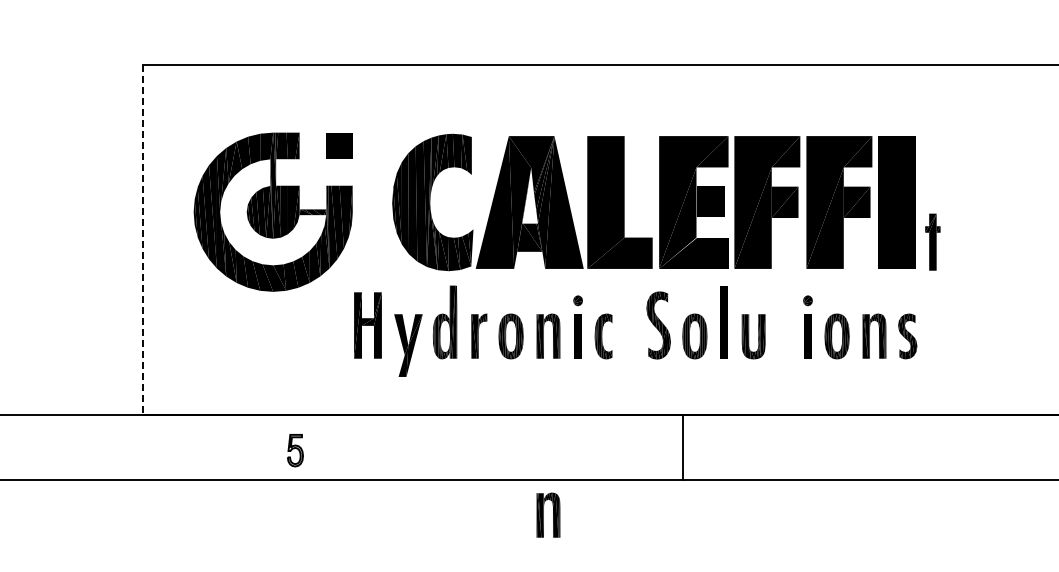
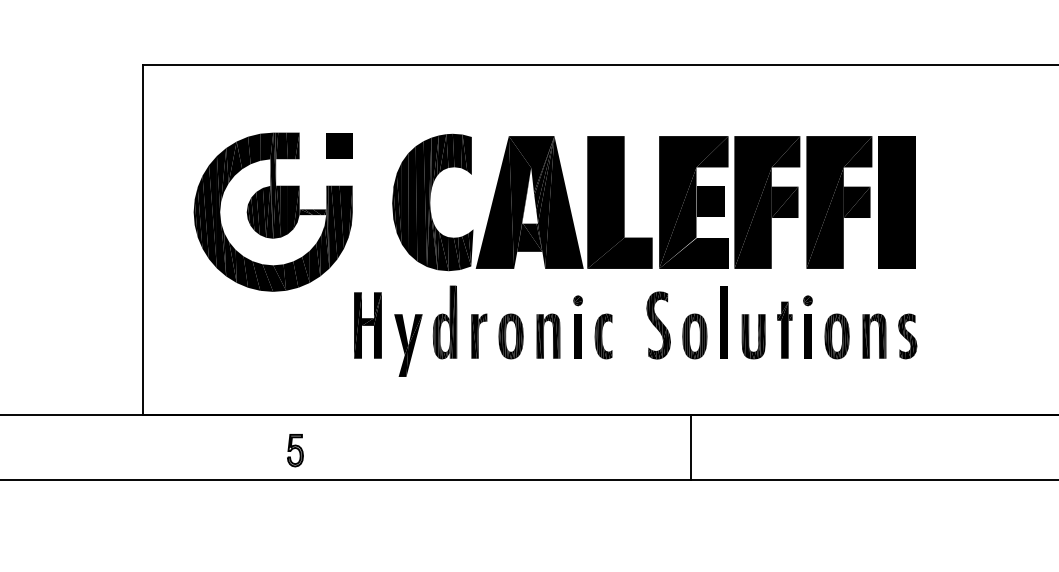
line at (142, 239): dashed -> solid
part at (932, 241) position: (932, 241) -> (784, 329)
line at (683, 446) position: (683, 446) -> (691, 446)
part at (548, 514): present -> none
